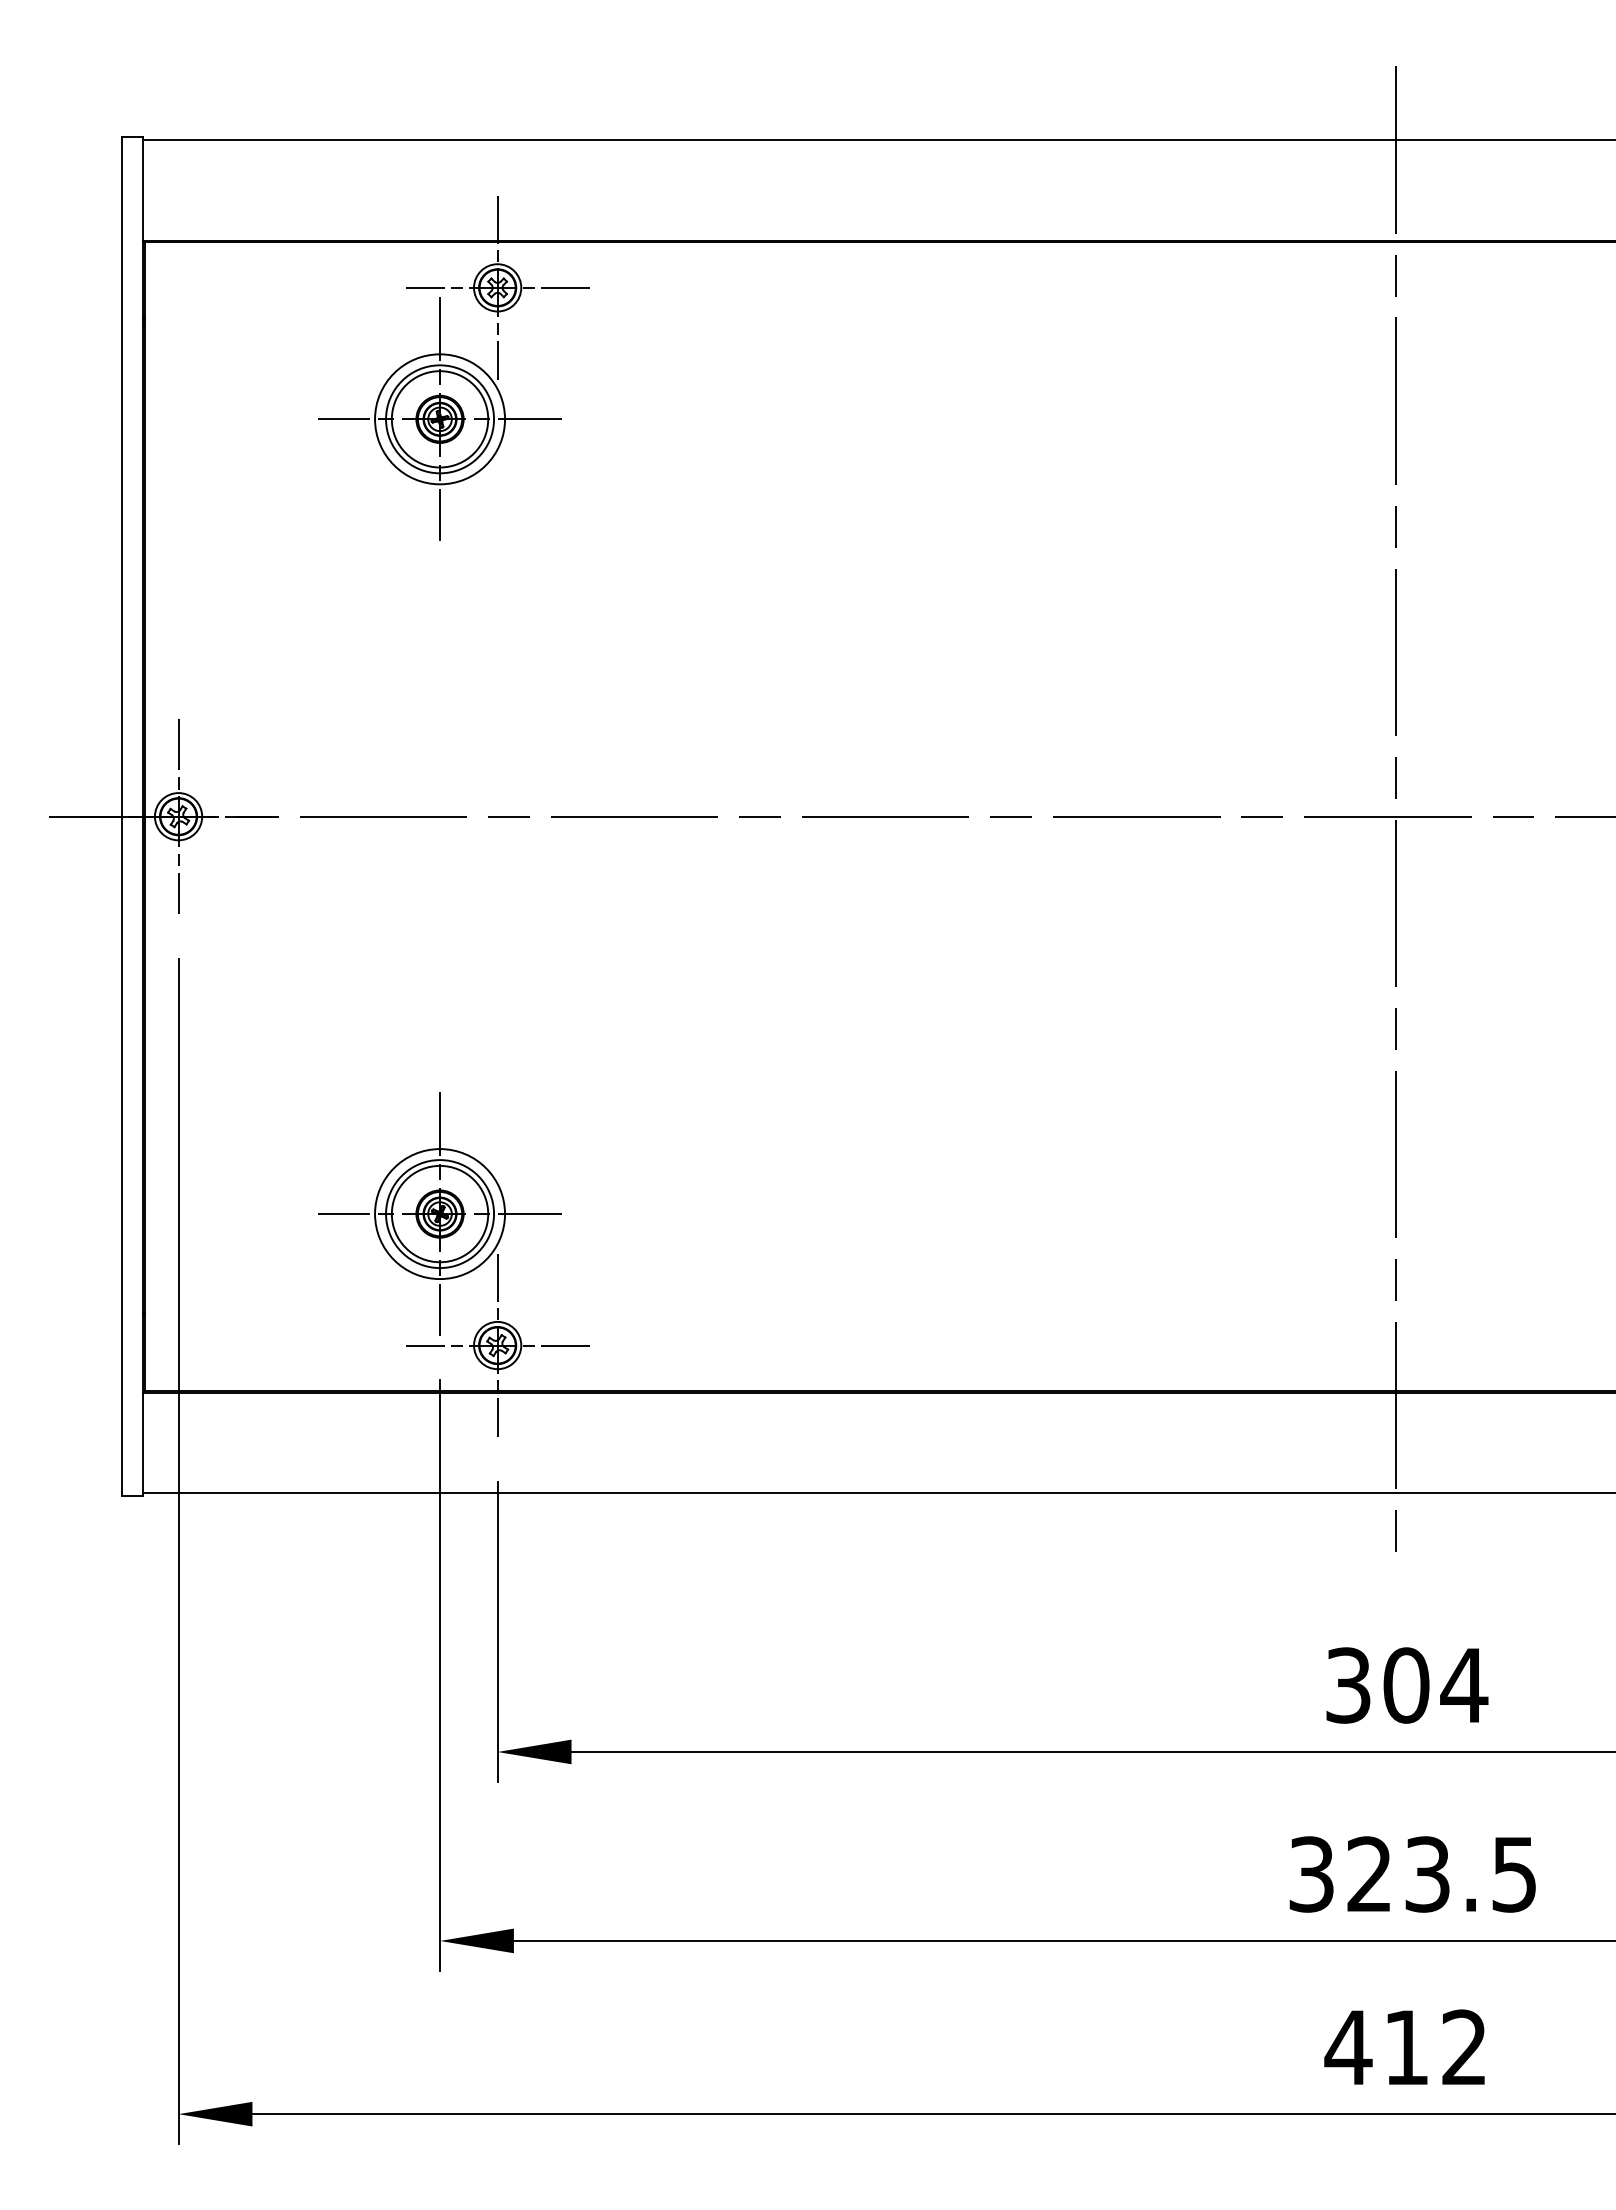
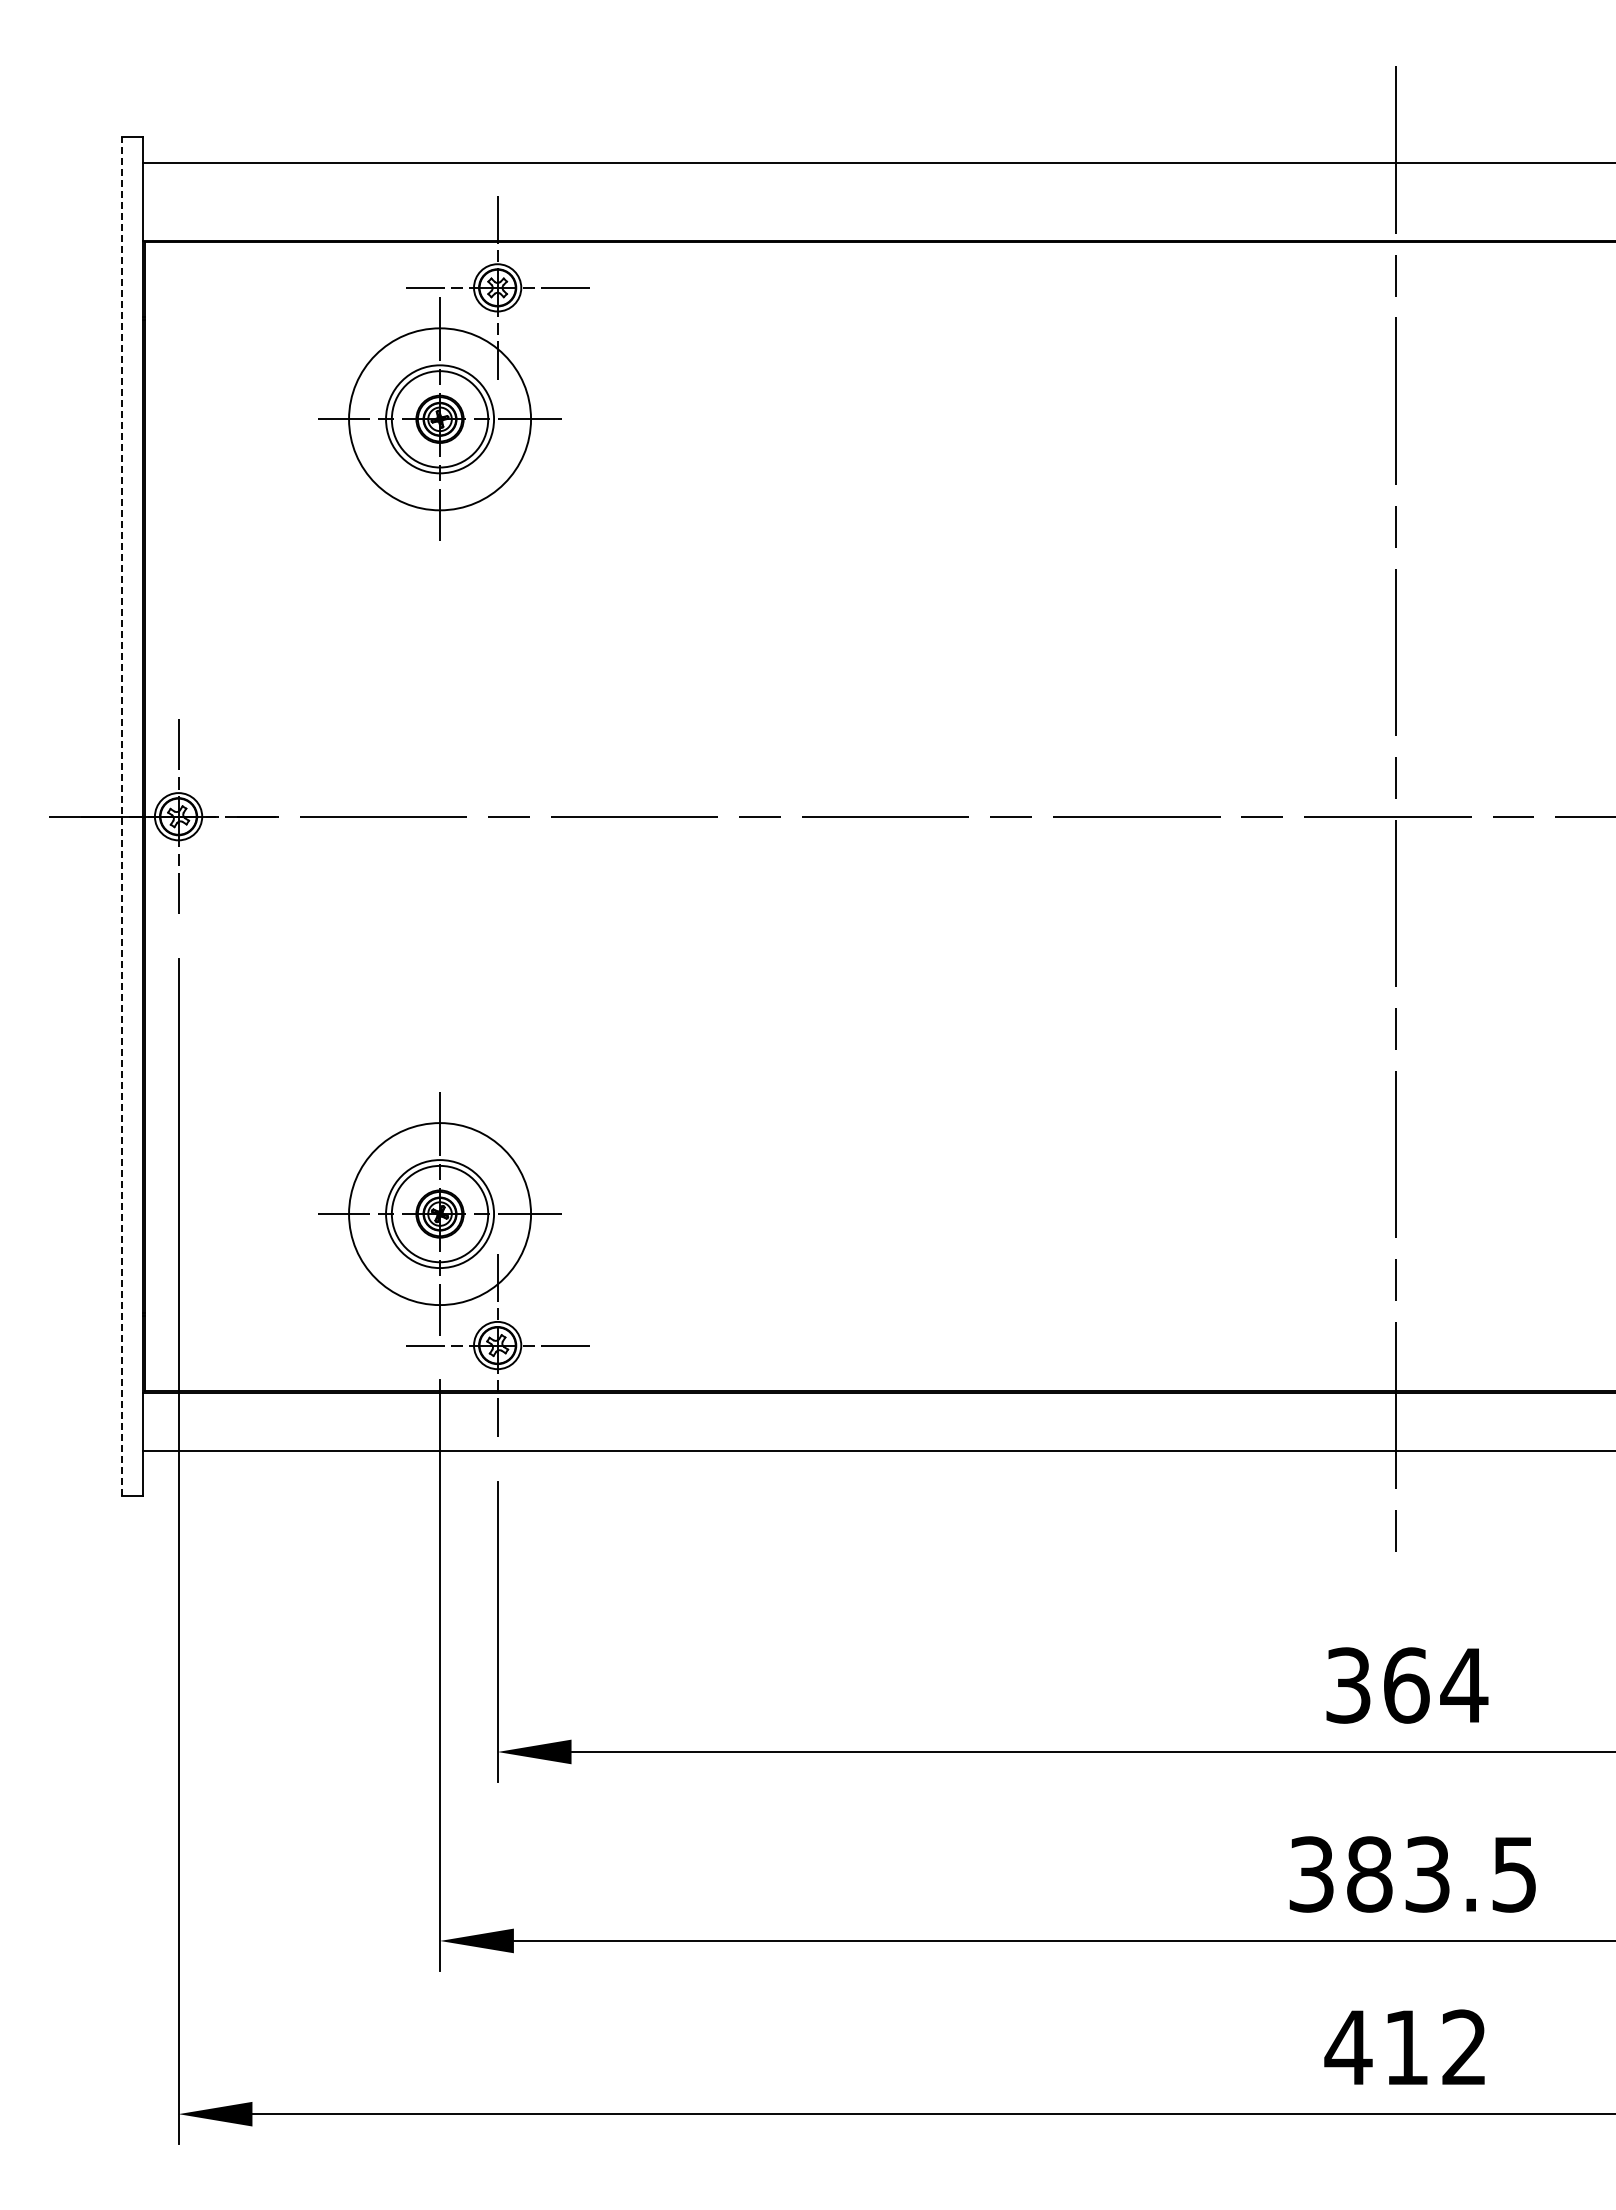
line at (877, 140) position: (877, 140) -> (877, 163)
circle at (440, 419) diameter: 130 px -> 182 px
line at (122, 816): solid -> dashed
circle at (440, 1214) diameter: 130 px -> 182 px
line at (877, 1493) position: (877, 1493) -> (877, 1451)
text at (1406, 1685): 304 -> 364
text at (1369, 1874): 323.5 -> 383.5
